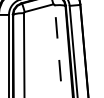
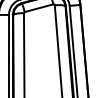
line at (58, 50): dashed -> solid
